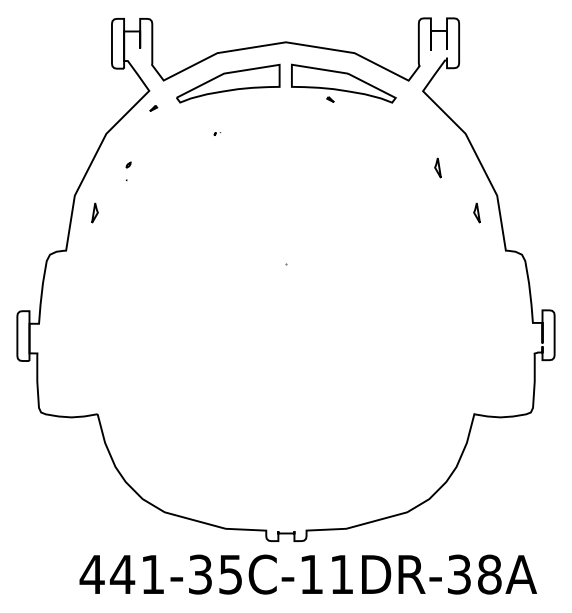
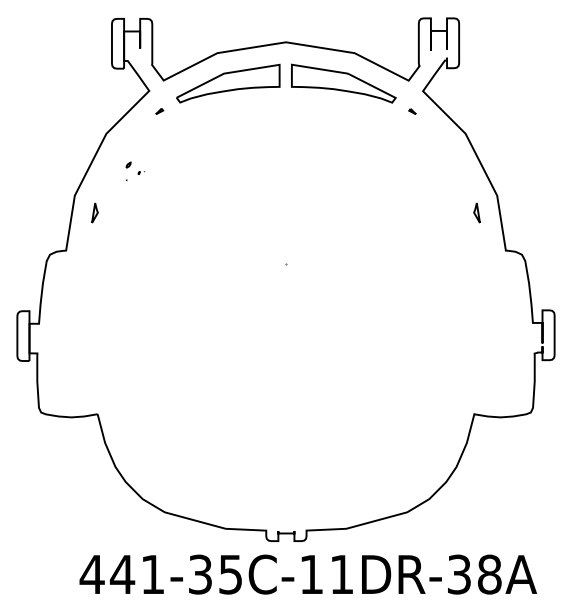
part at (330, 99) position: (330, 99) -> (412, 111)
part at (153, 108) position: (153, 108) -> (159, 111)
part at (217, 133) position: (217, 133) -> (141, 172)
part at (437, 167): present -> none
